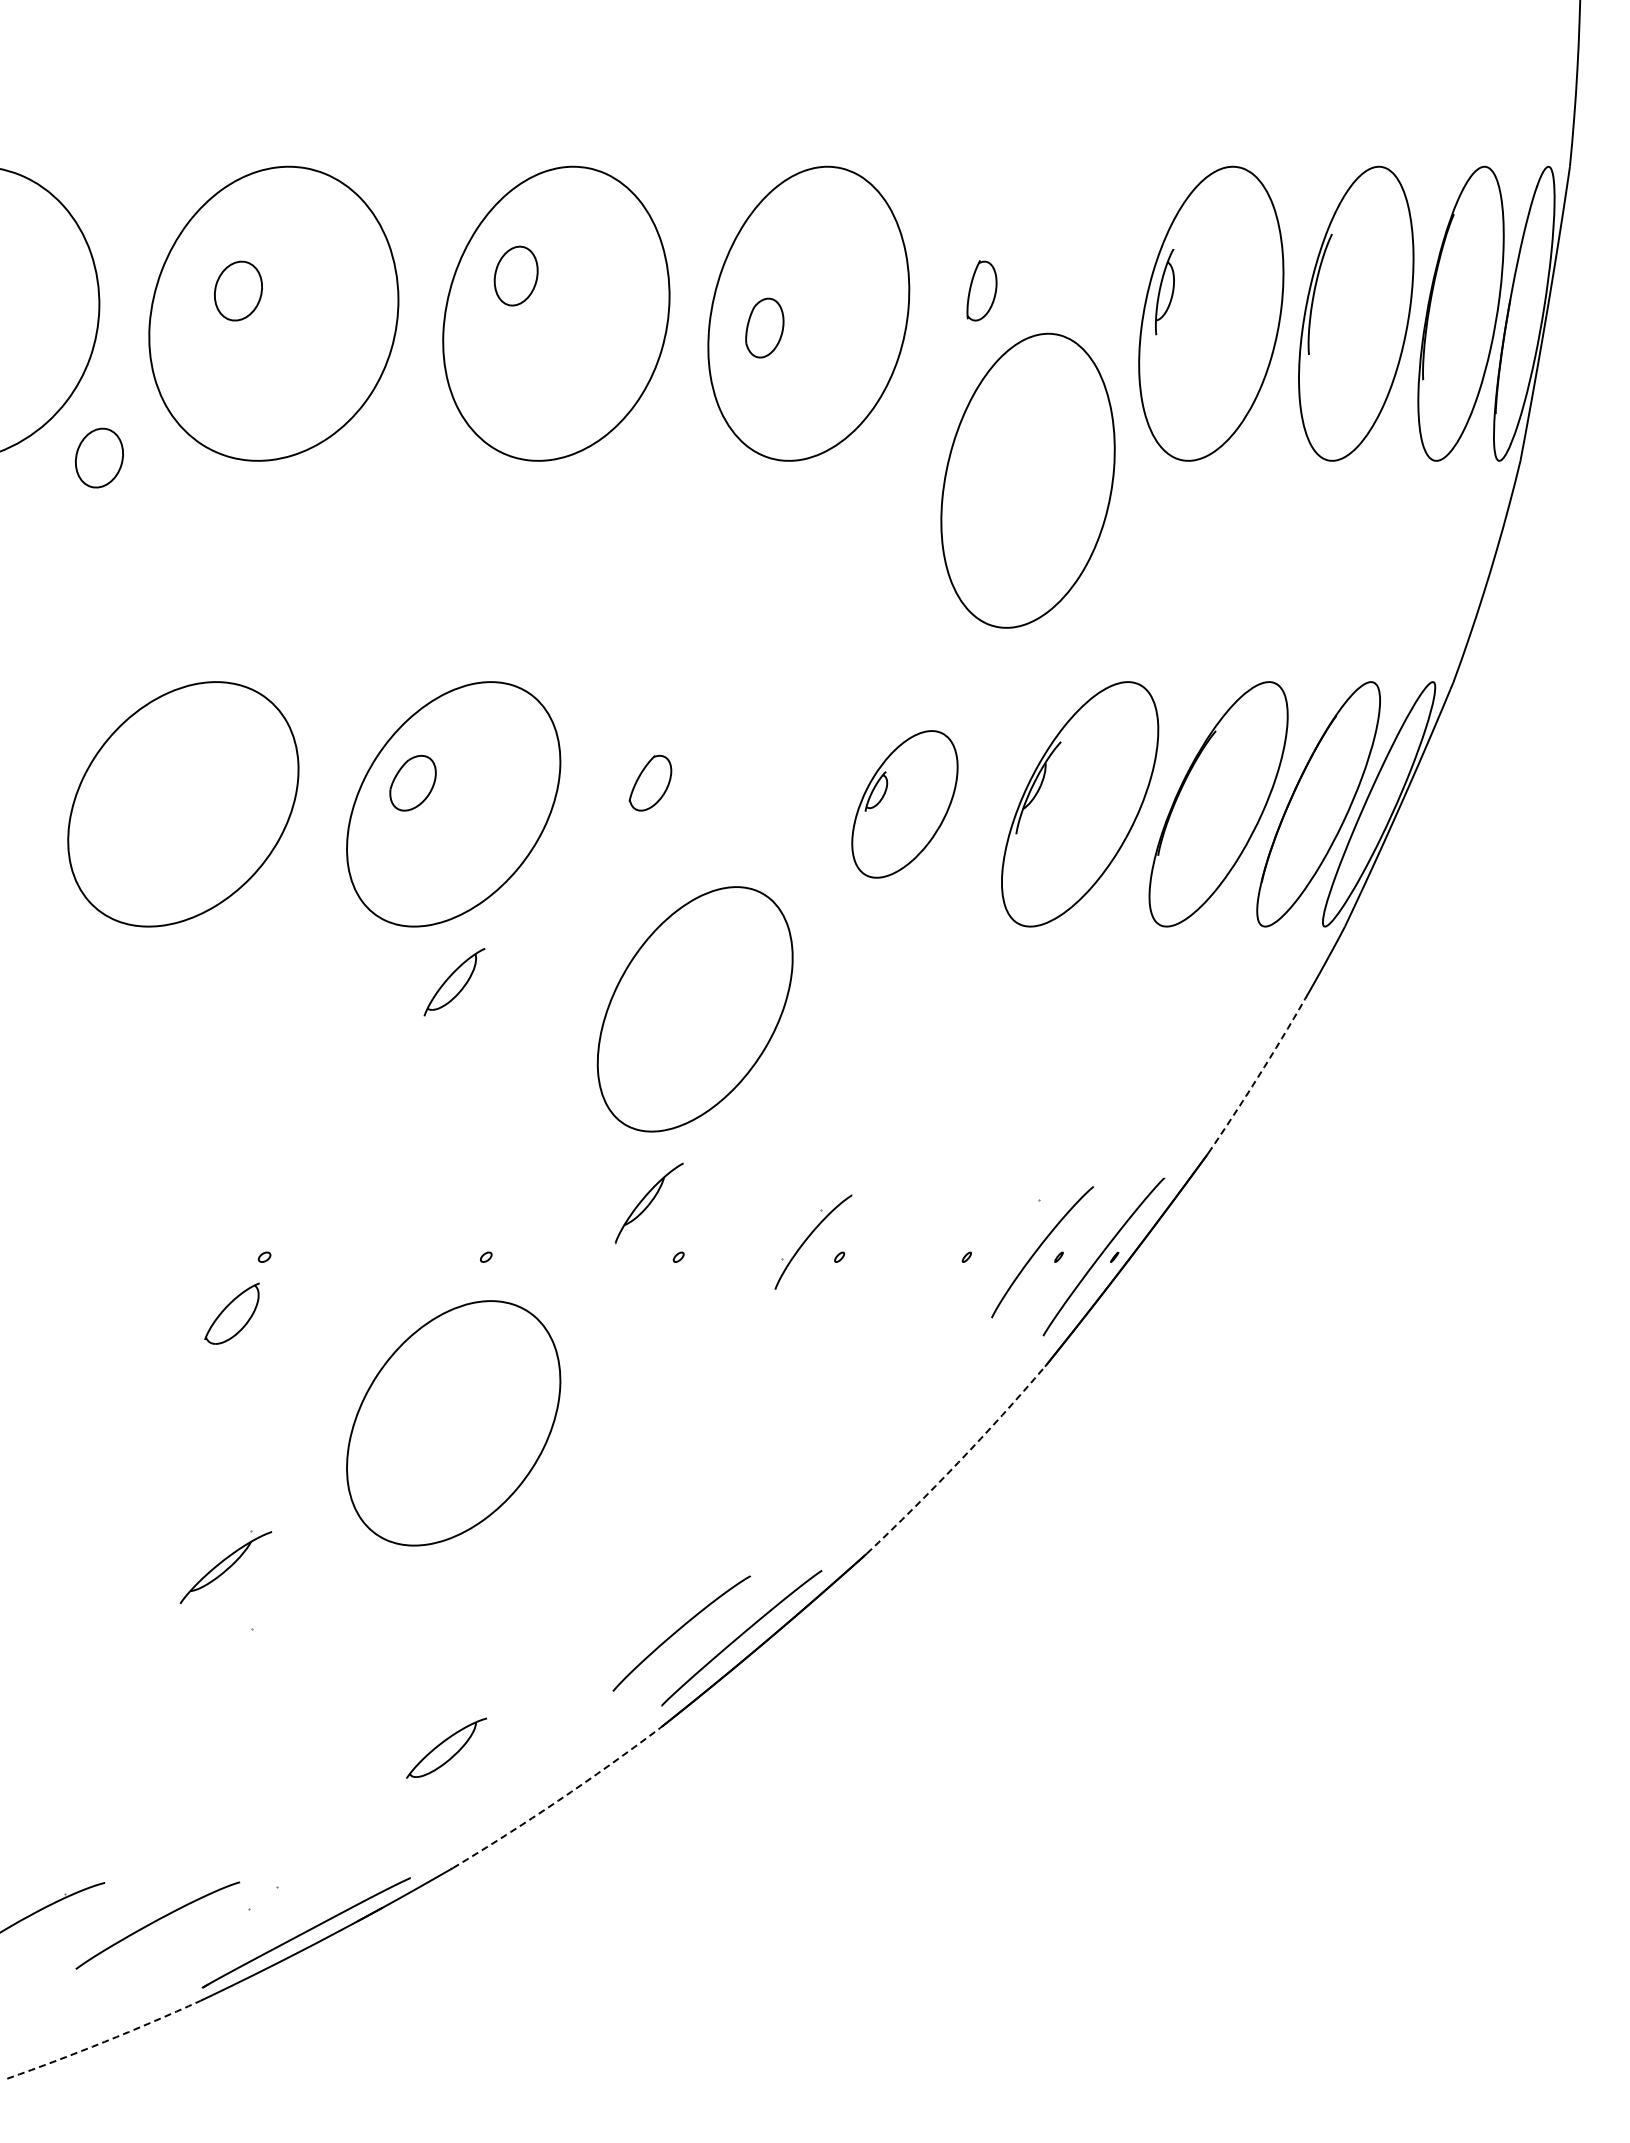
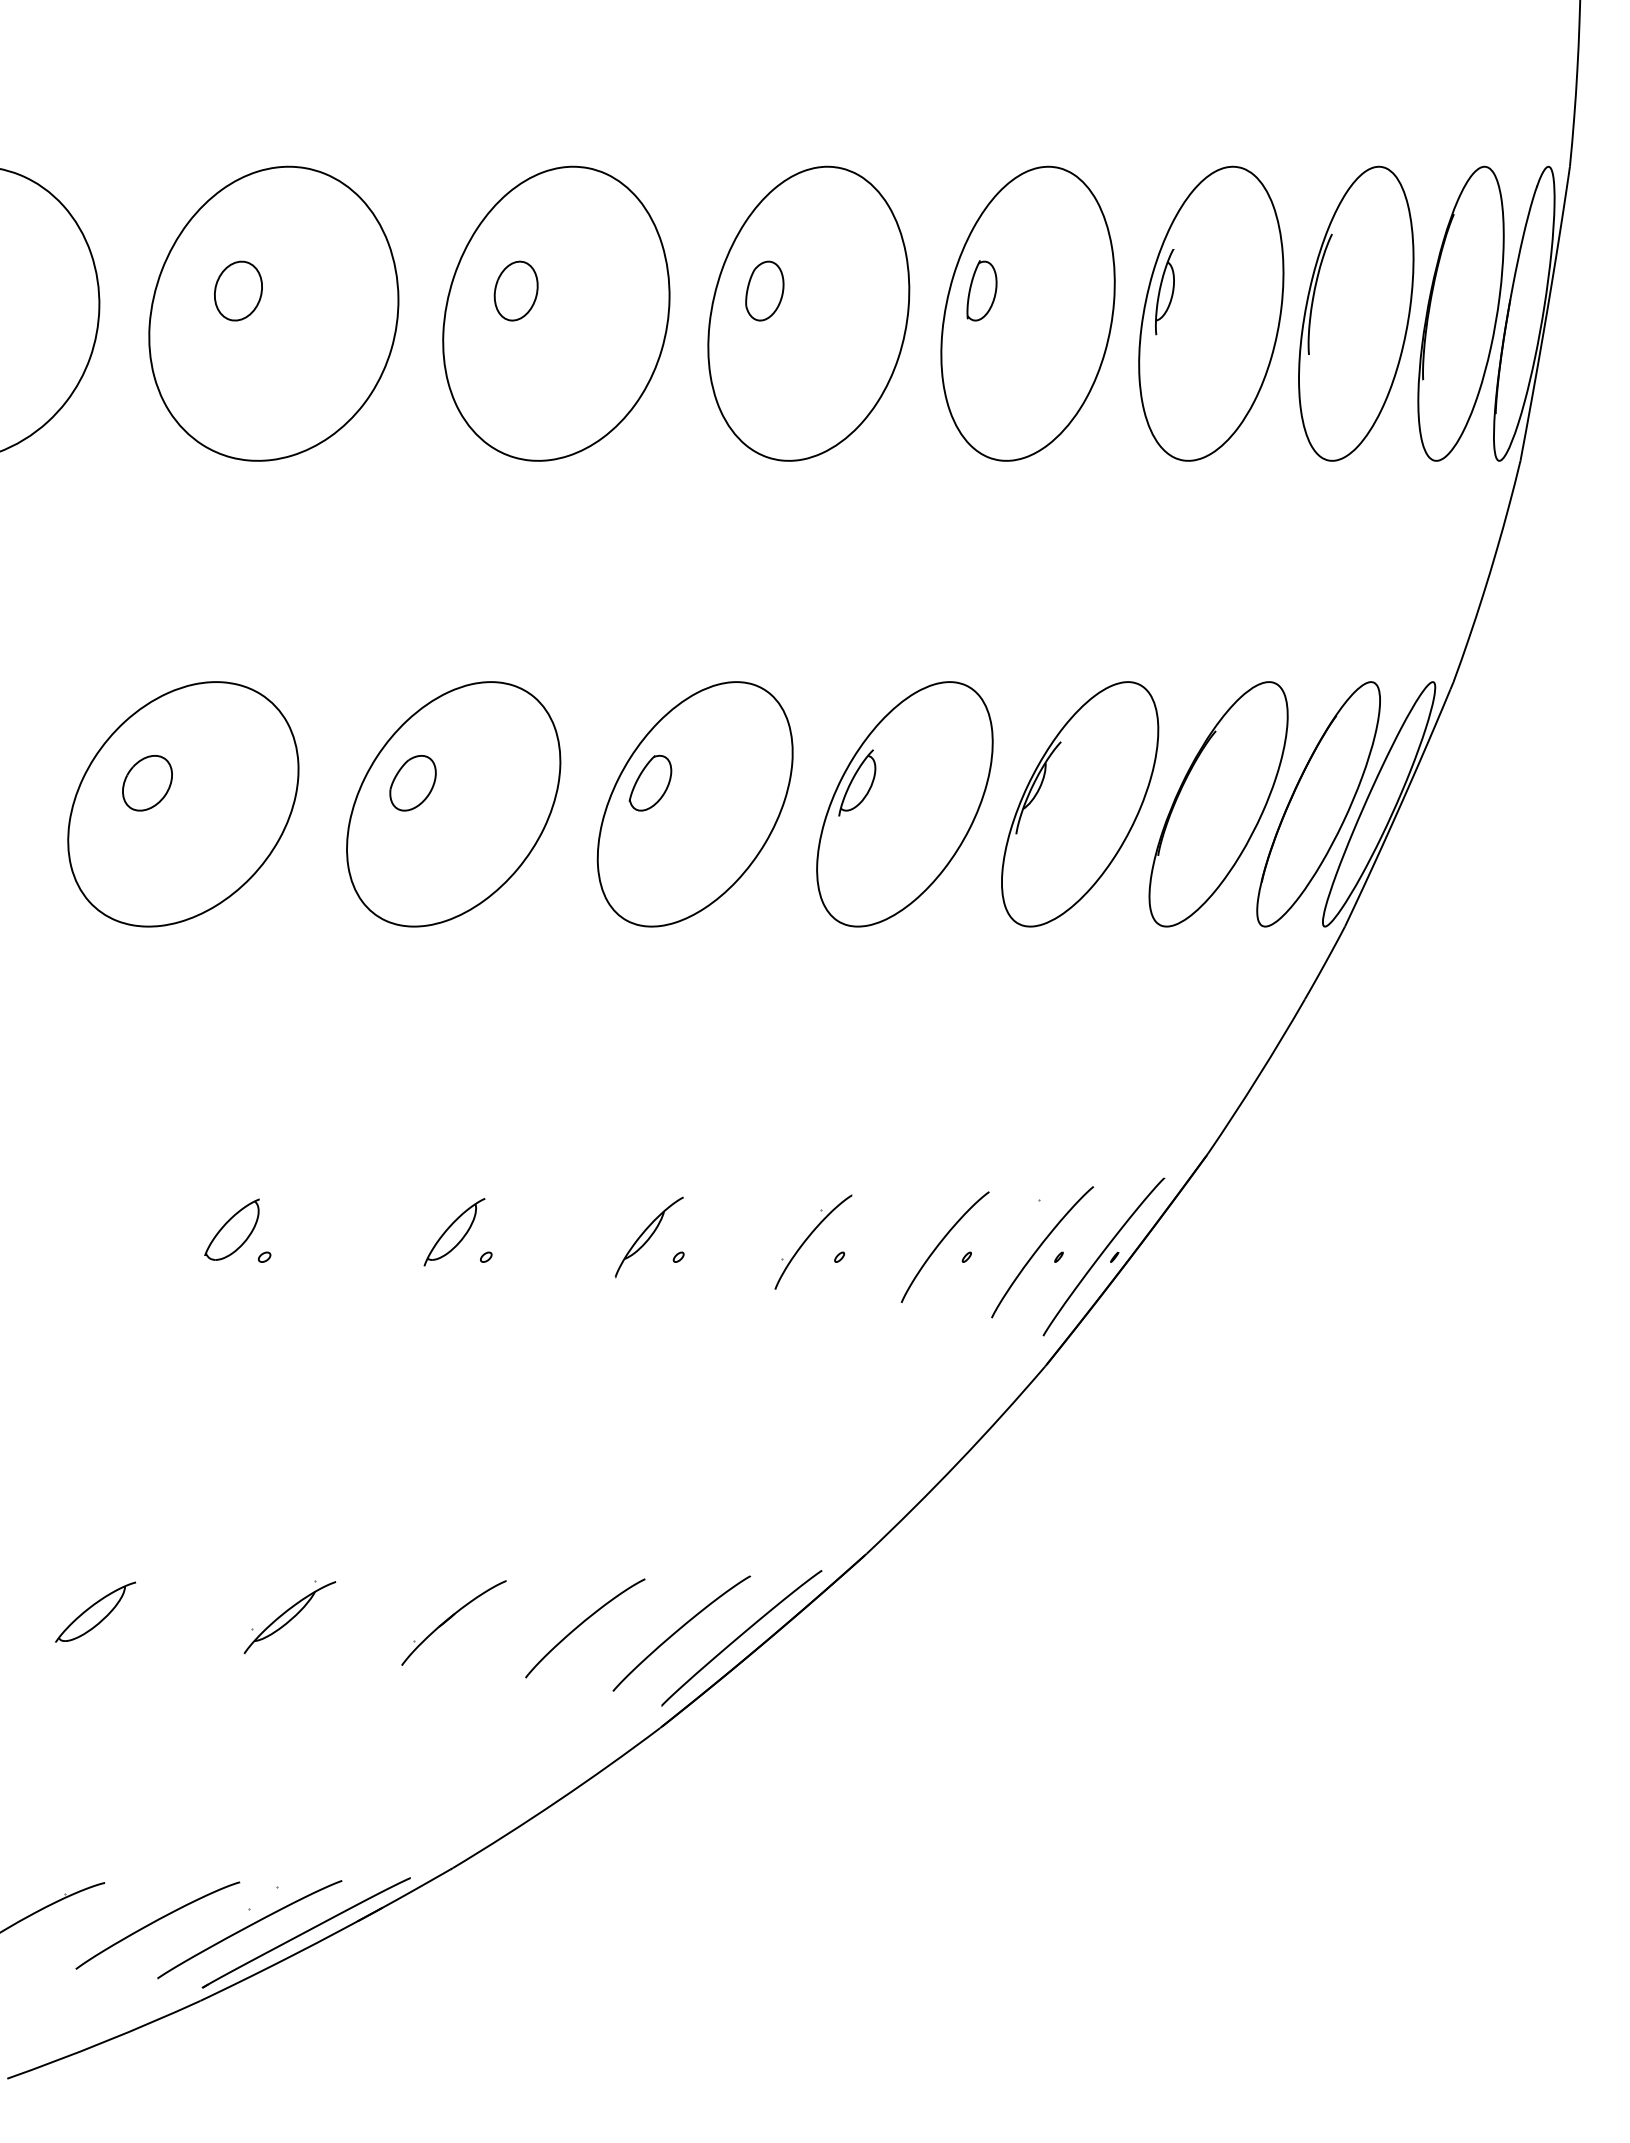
part at (515, 275) position: (515, 275) -> (515, 290)
part at (764, 327) position: (764, 327) -> (764, 290)
part at (99, 457): present -> none
part at (1027, 480) position: (1027, 480) -> (1027, 313)
part at (147, 783): none -> present
part at (904, 804) size: 108x149 px -> 178x247 px
part at (454, 982) position: (454, 982) -> (454, 1232)
part at (694, 1009) position: (694, 1009) -> (694, 804)
arc at (1258, 1077): dashed -> solid
part at (648, 1203) position: (648, 1203) -> (648, 1237)
curve at (940, 1244): none -> present
part at (231, 1313) position: (231, 1313) -> (231, 1229)
part at (453, 1423): present -> none
arc at (958, 1462): dashed -> solid
part at (225, 1566) position: (225, 1566) -> (289, 1616)
part at (453, 1622): none -> present
curve at (582, 1624): none -> present
part at (446, 1747) position: (446, 1747) -> (95, 1611)
arc at (558, 1800): dashed -> solid
curve at (248, 1927): none -> present
arc at (104, 2041): dashed -> solid
